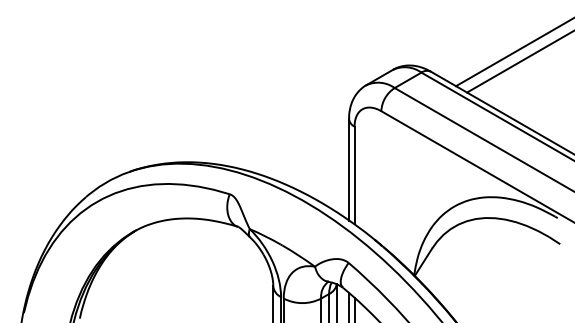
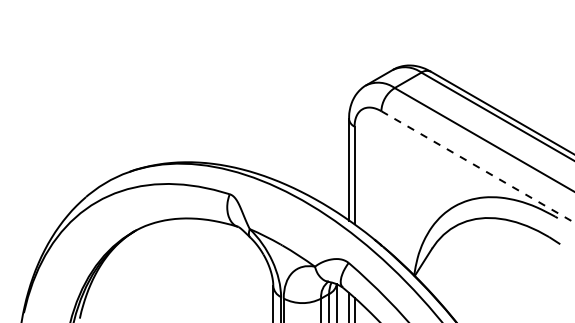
line at (513, 52): present -> none
line at (519, 62): present -> none
line at (478, 167): solid -> dashed
